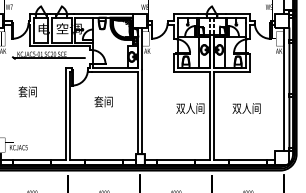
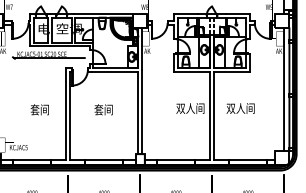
text at (27, 91) position: (27, 91) -> (39, 109)
text at (103, 101) position: (103, 101) -> (103, 109)
text at (246, 108) position: (246, 108) -> (240, 108)
